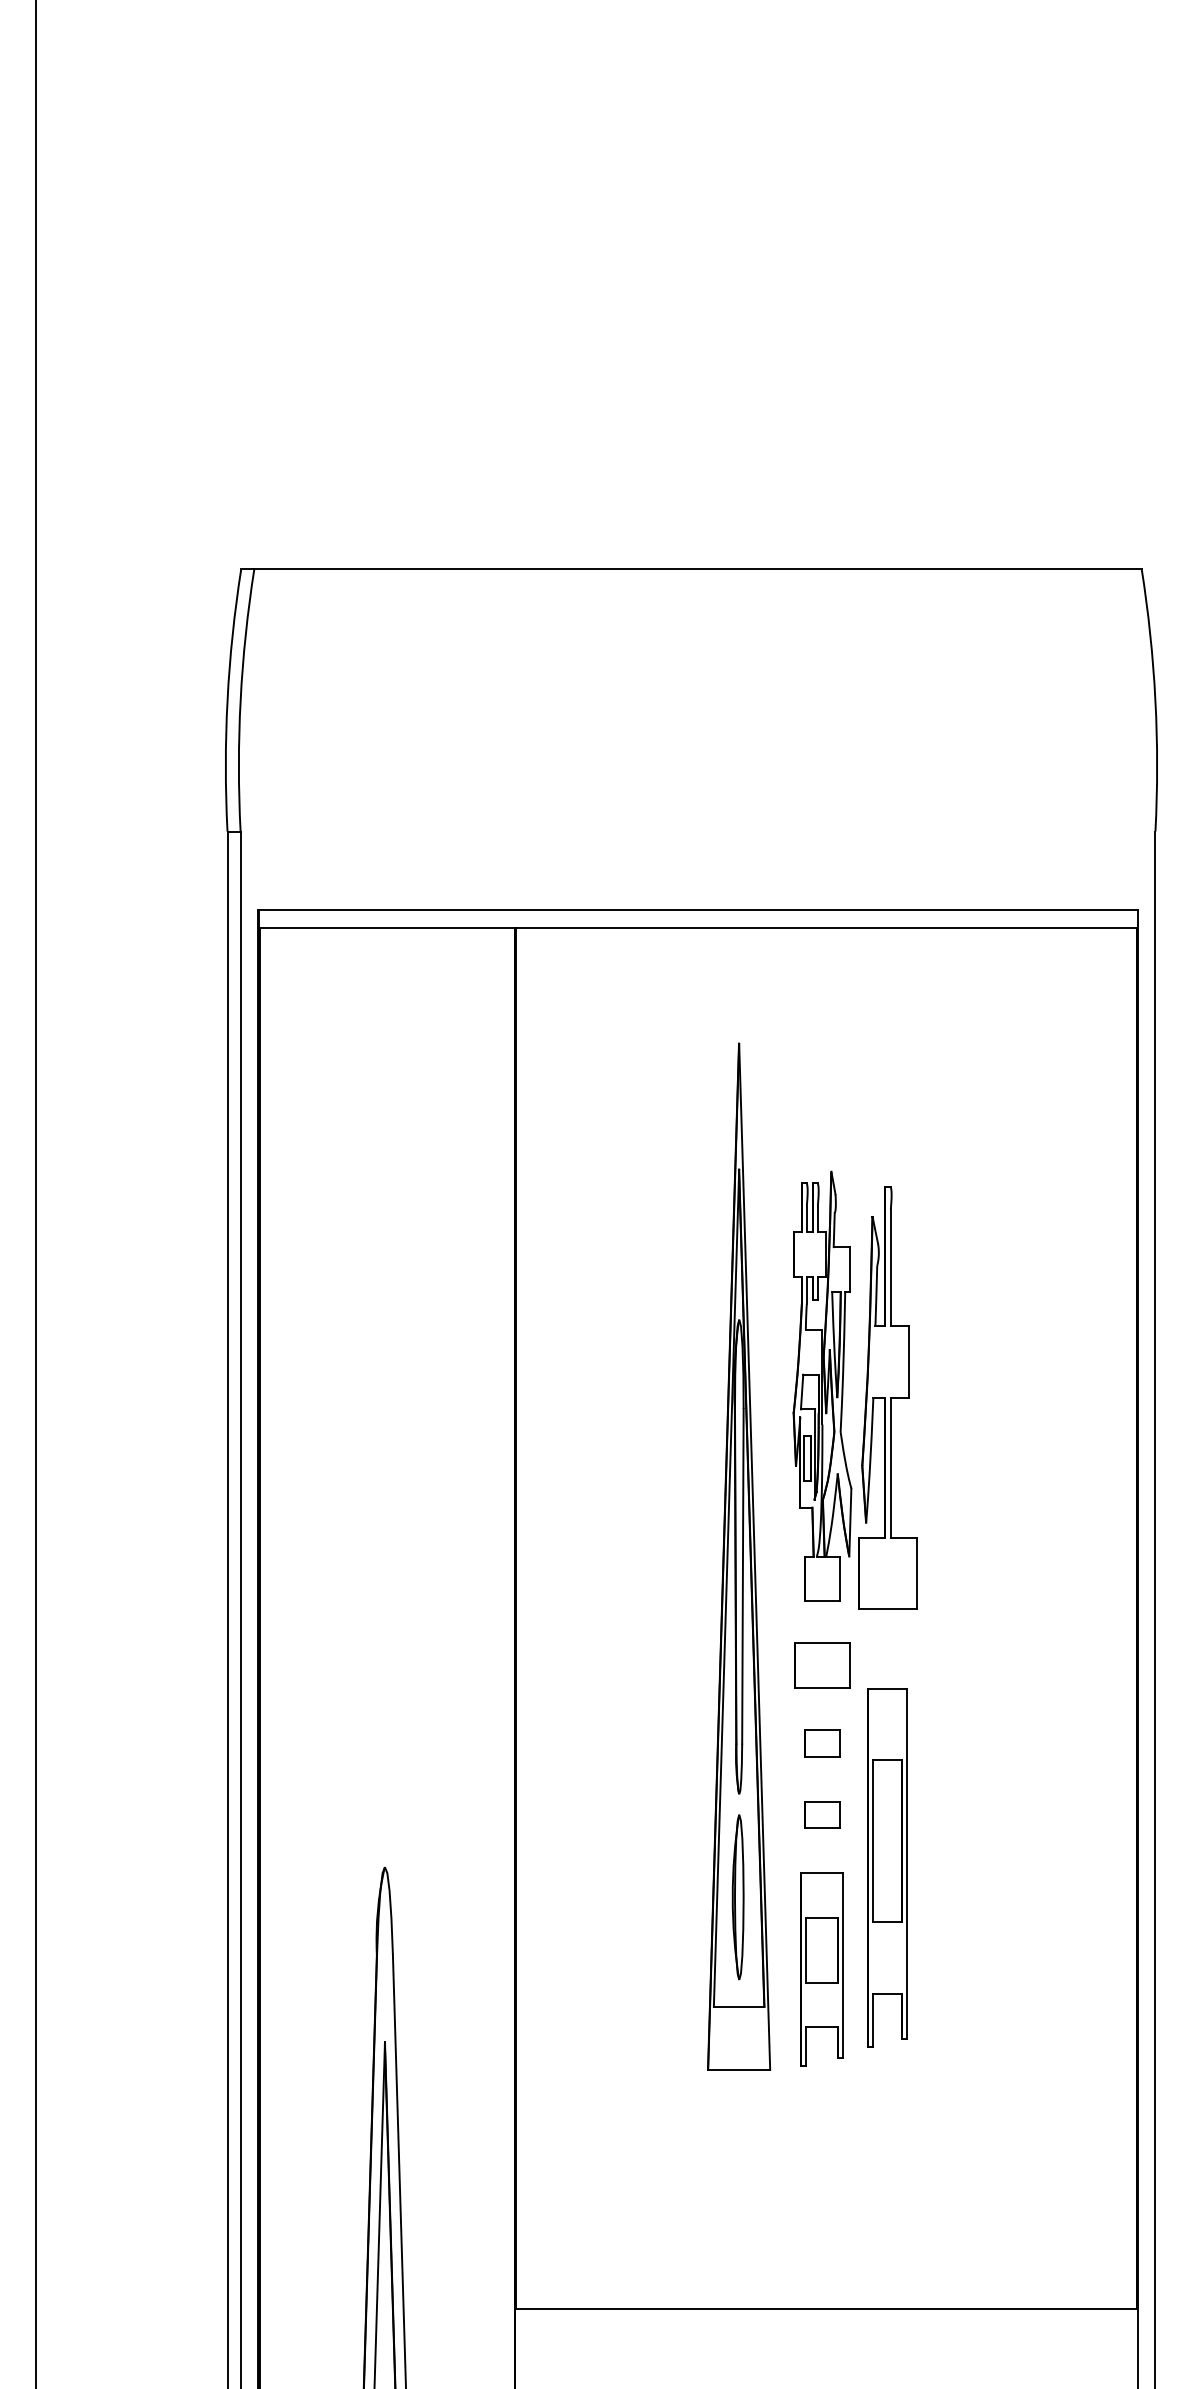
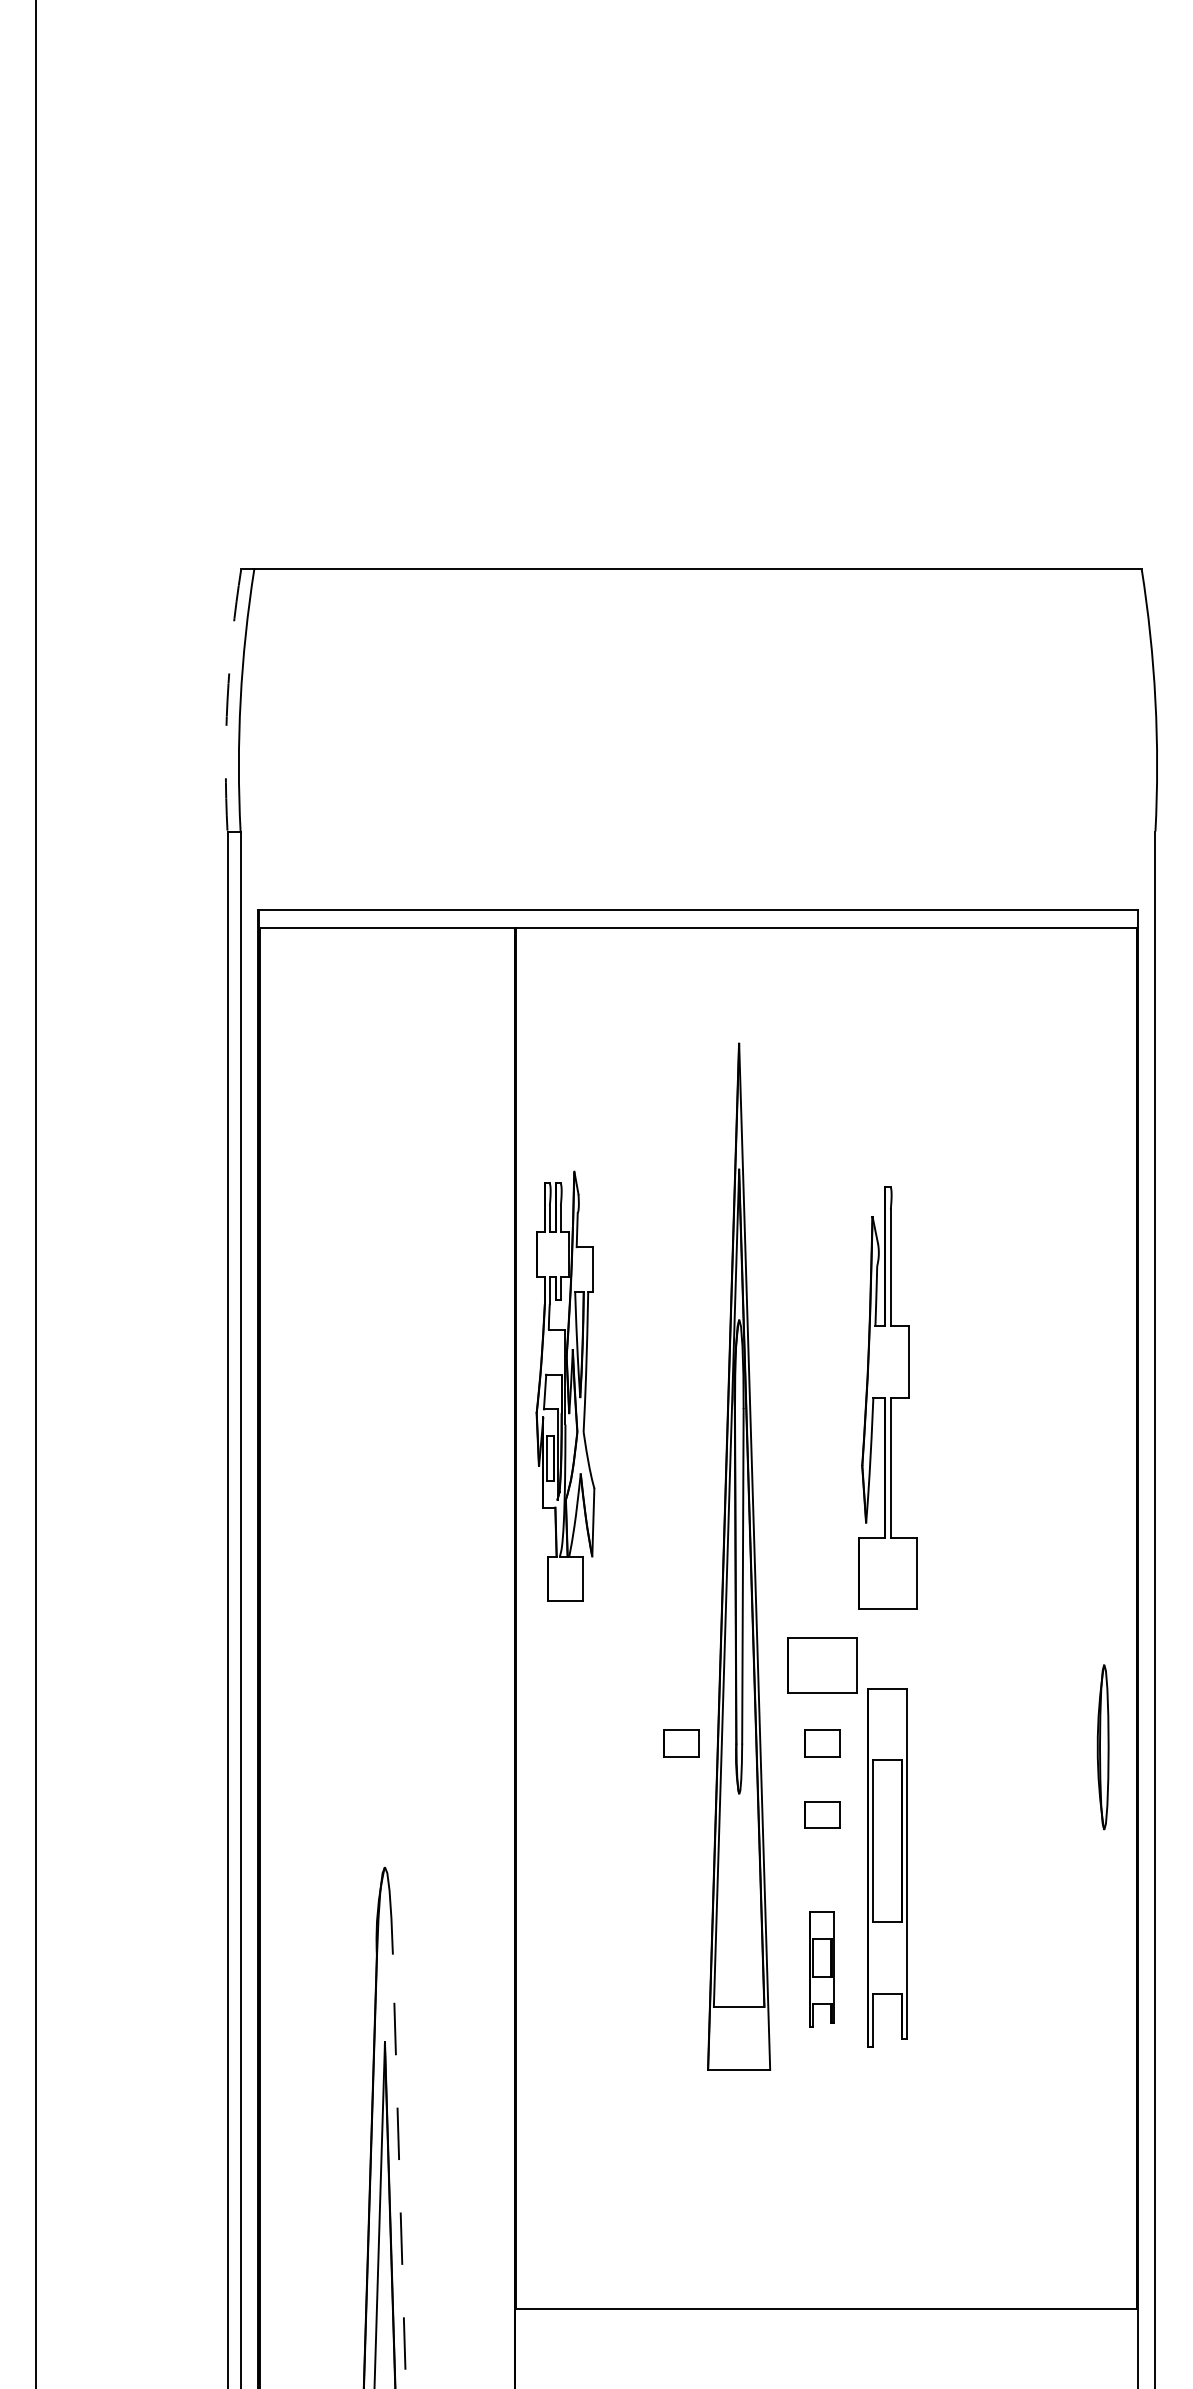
arc at (227, 700): solid -> dashed
part at (822, 1385) position: (822, 1385) -> (565, 1385)
part at (822, 1665) size: 57x47 px -> 71x57 px
part at (681, 1743): none -> present
part at (737, 1897) position: (737, 1897) -> (1102, 1747)
part at (821, 1969) size: 44x195 px -> 26x117 px
line at (399, 2171): solid -> dashed
